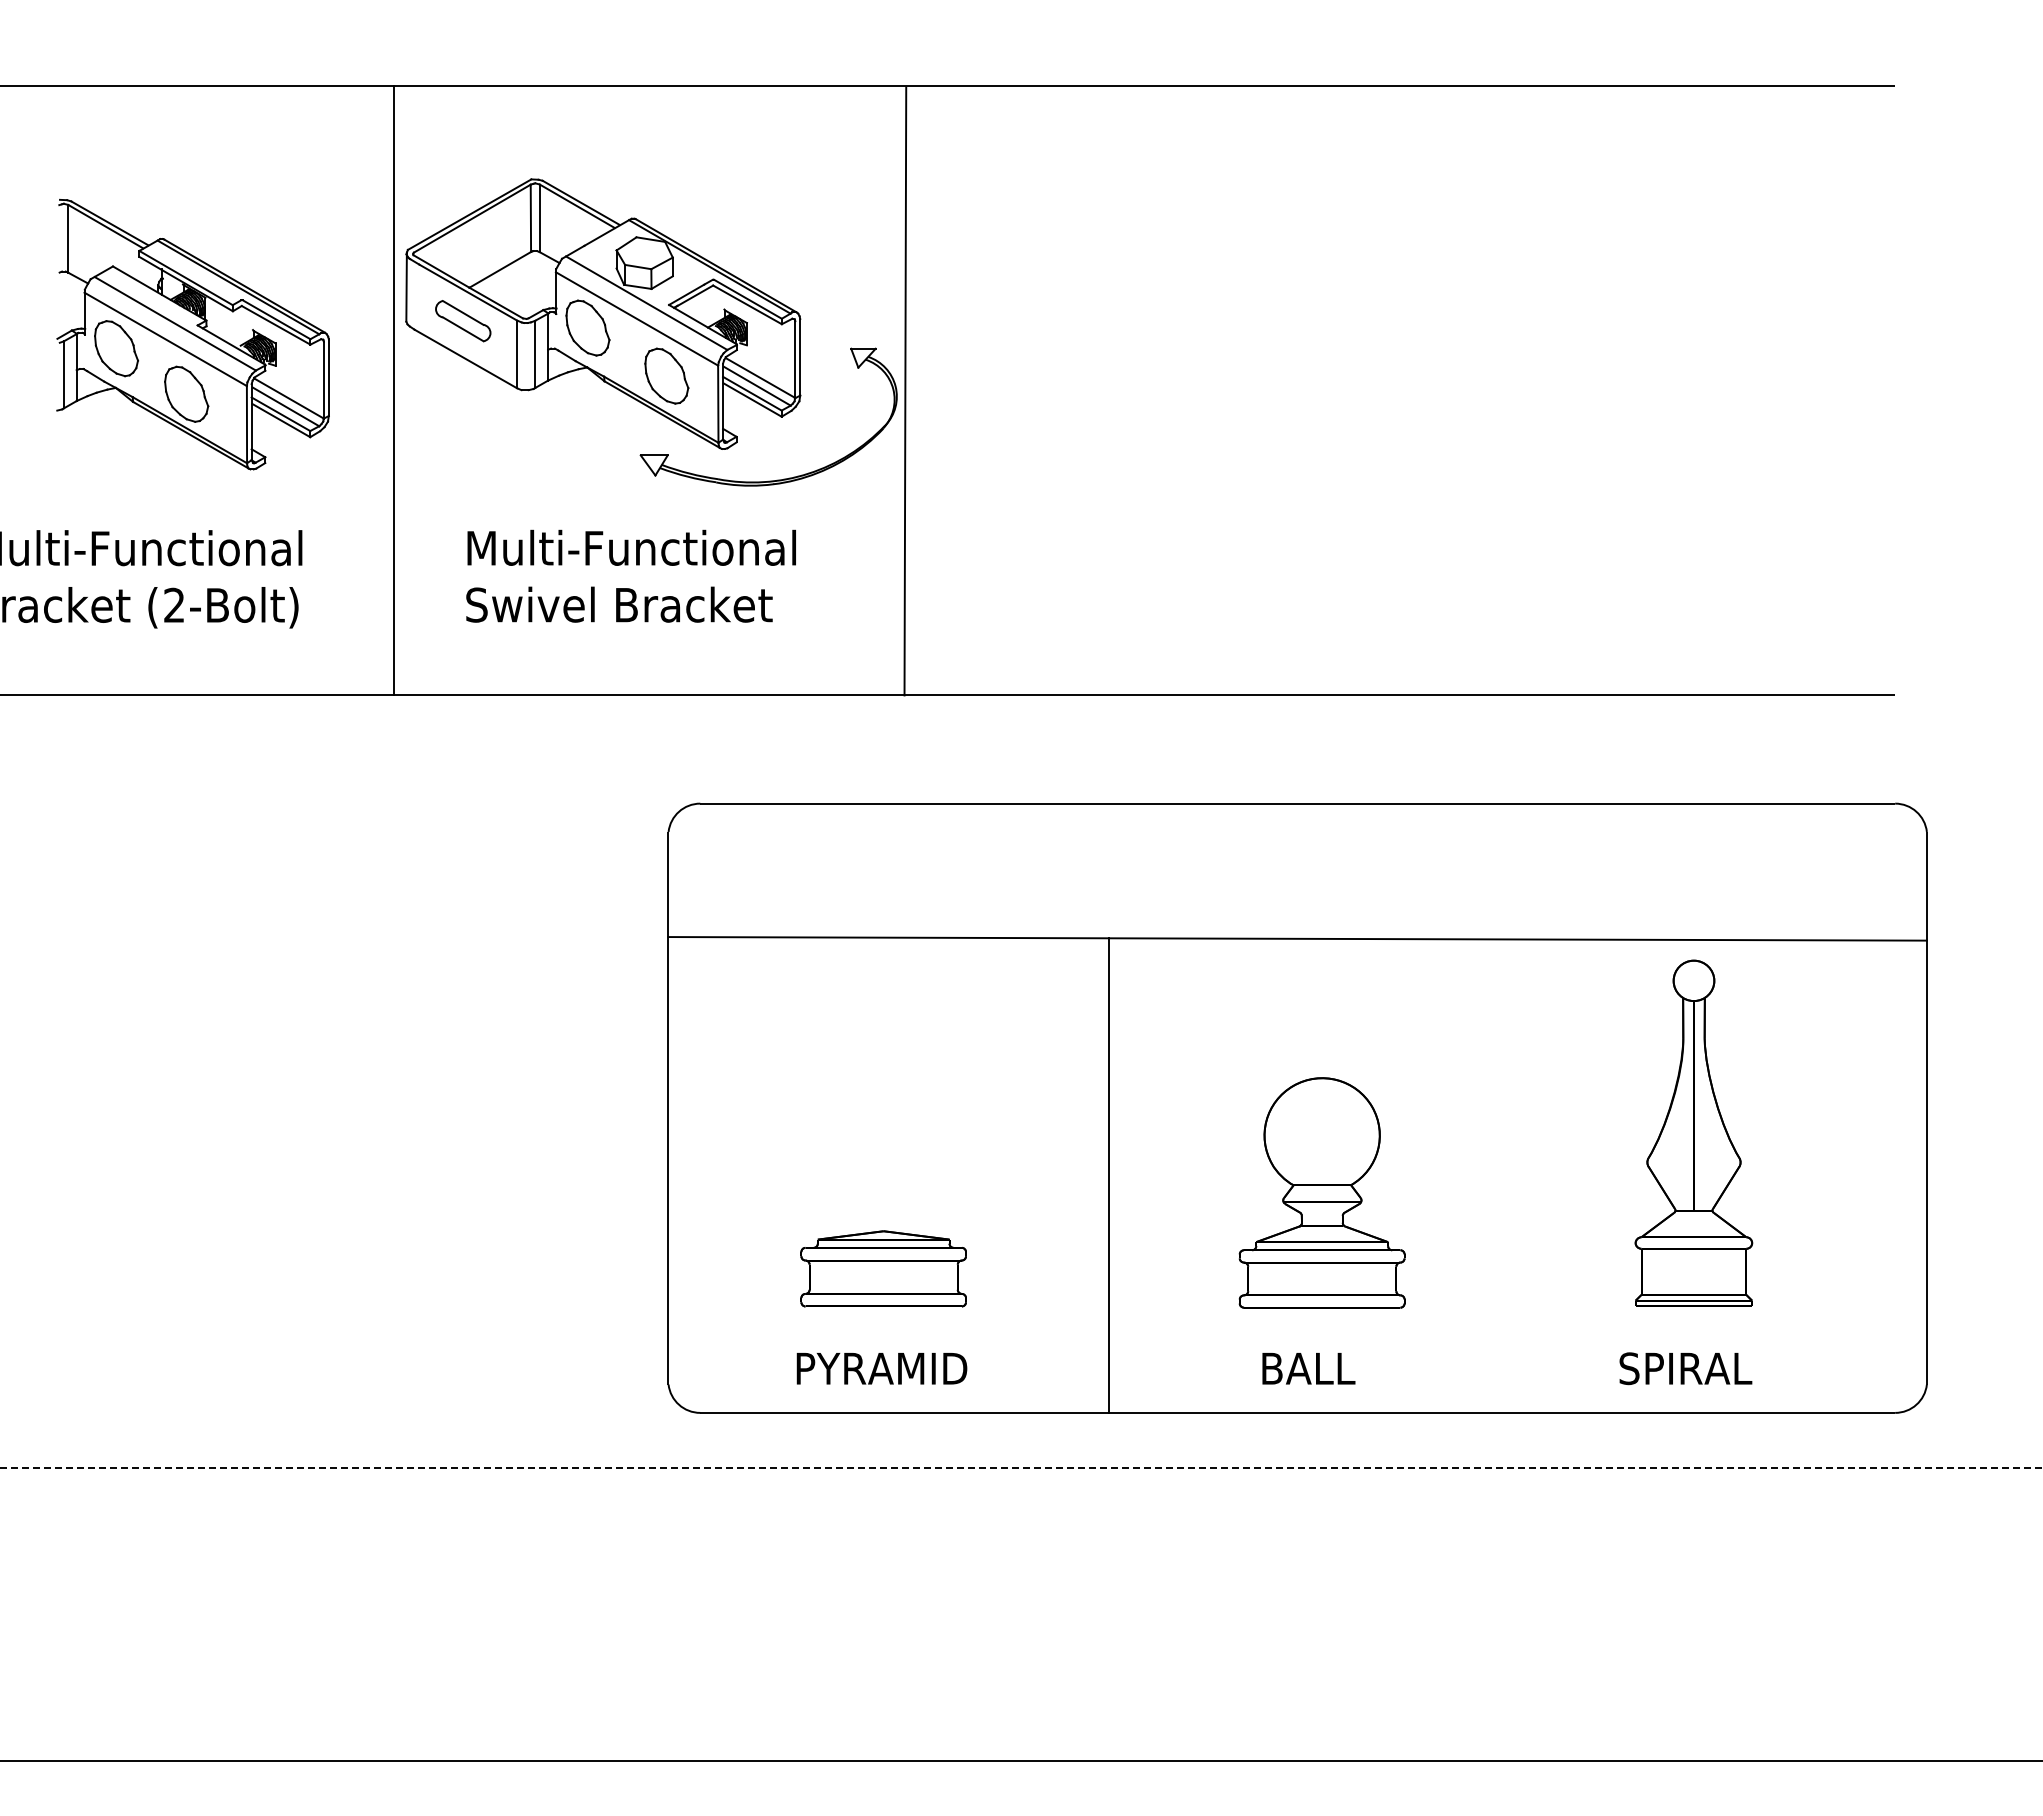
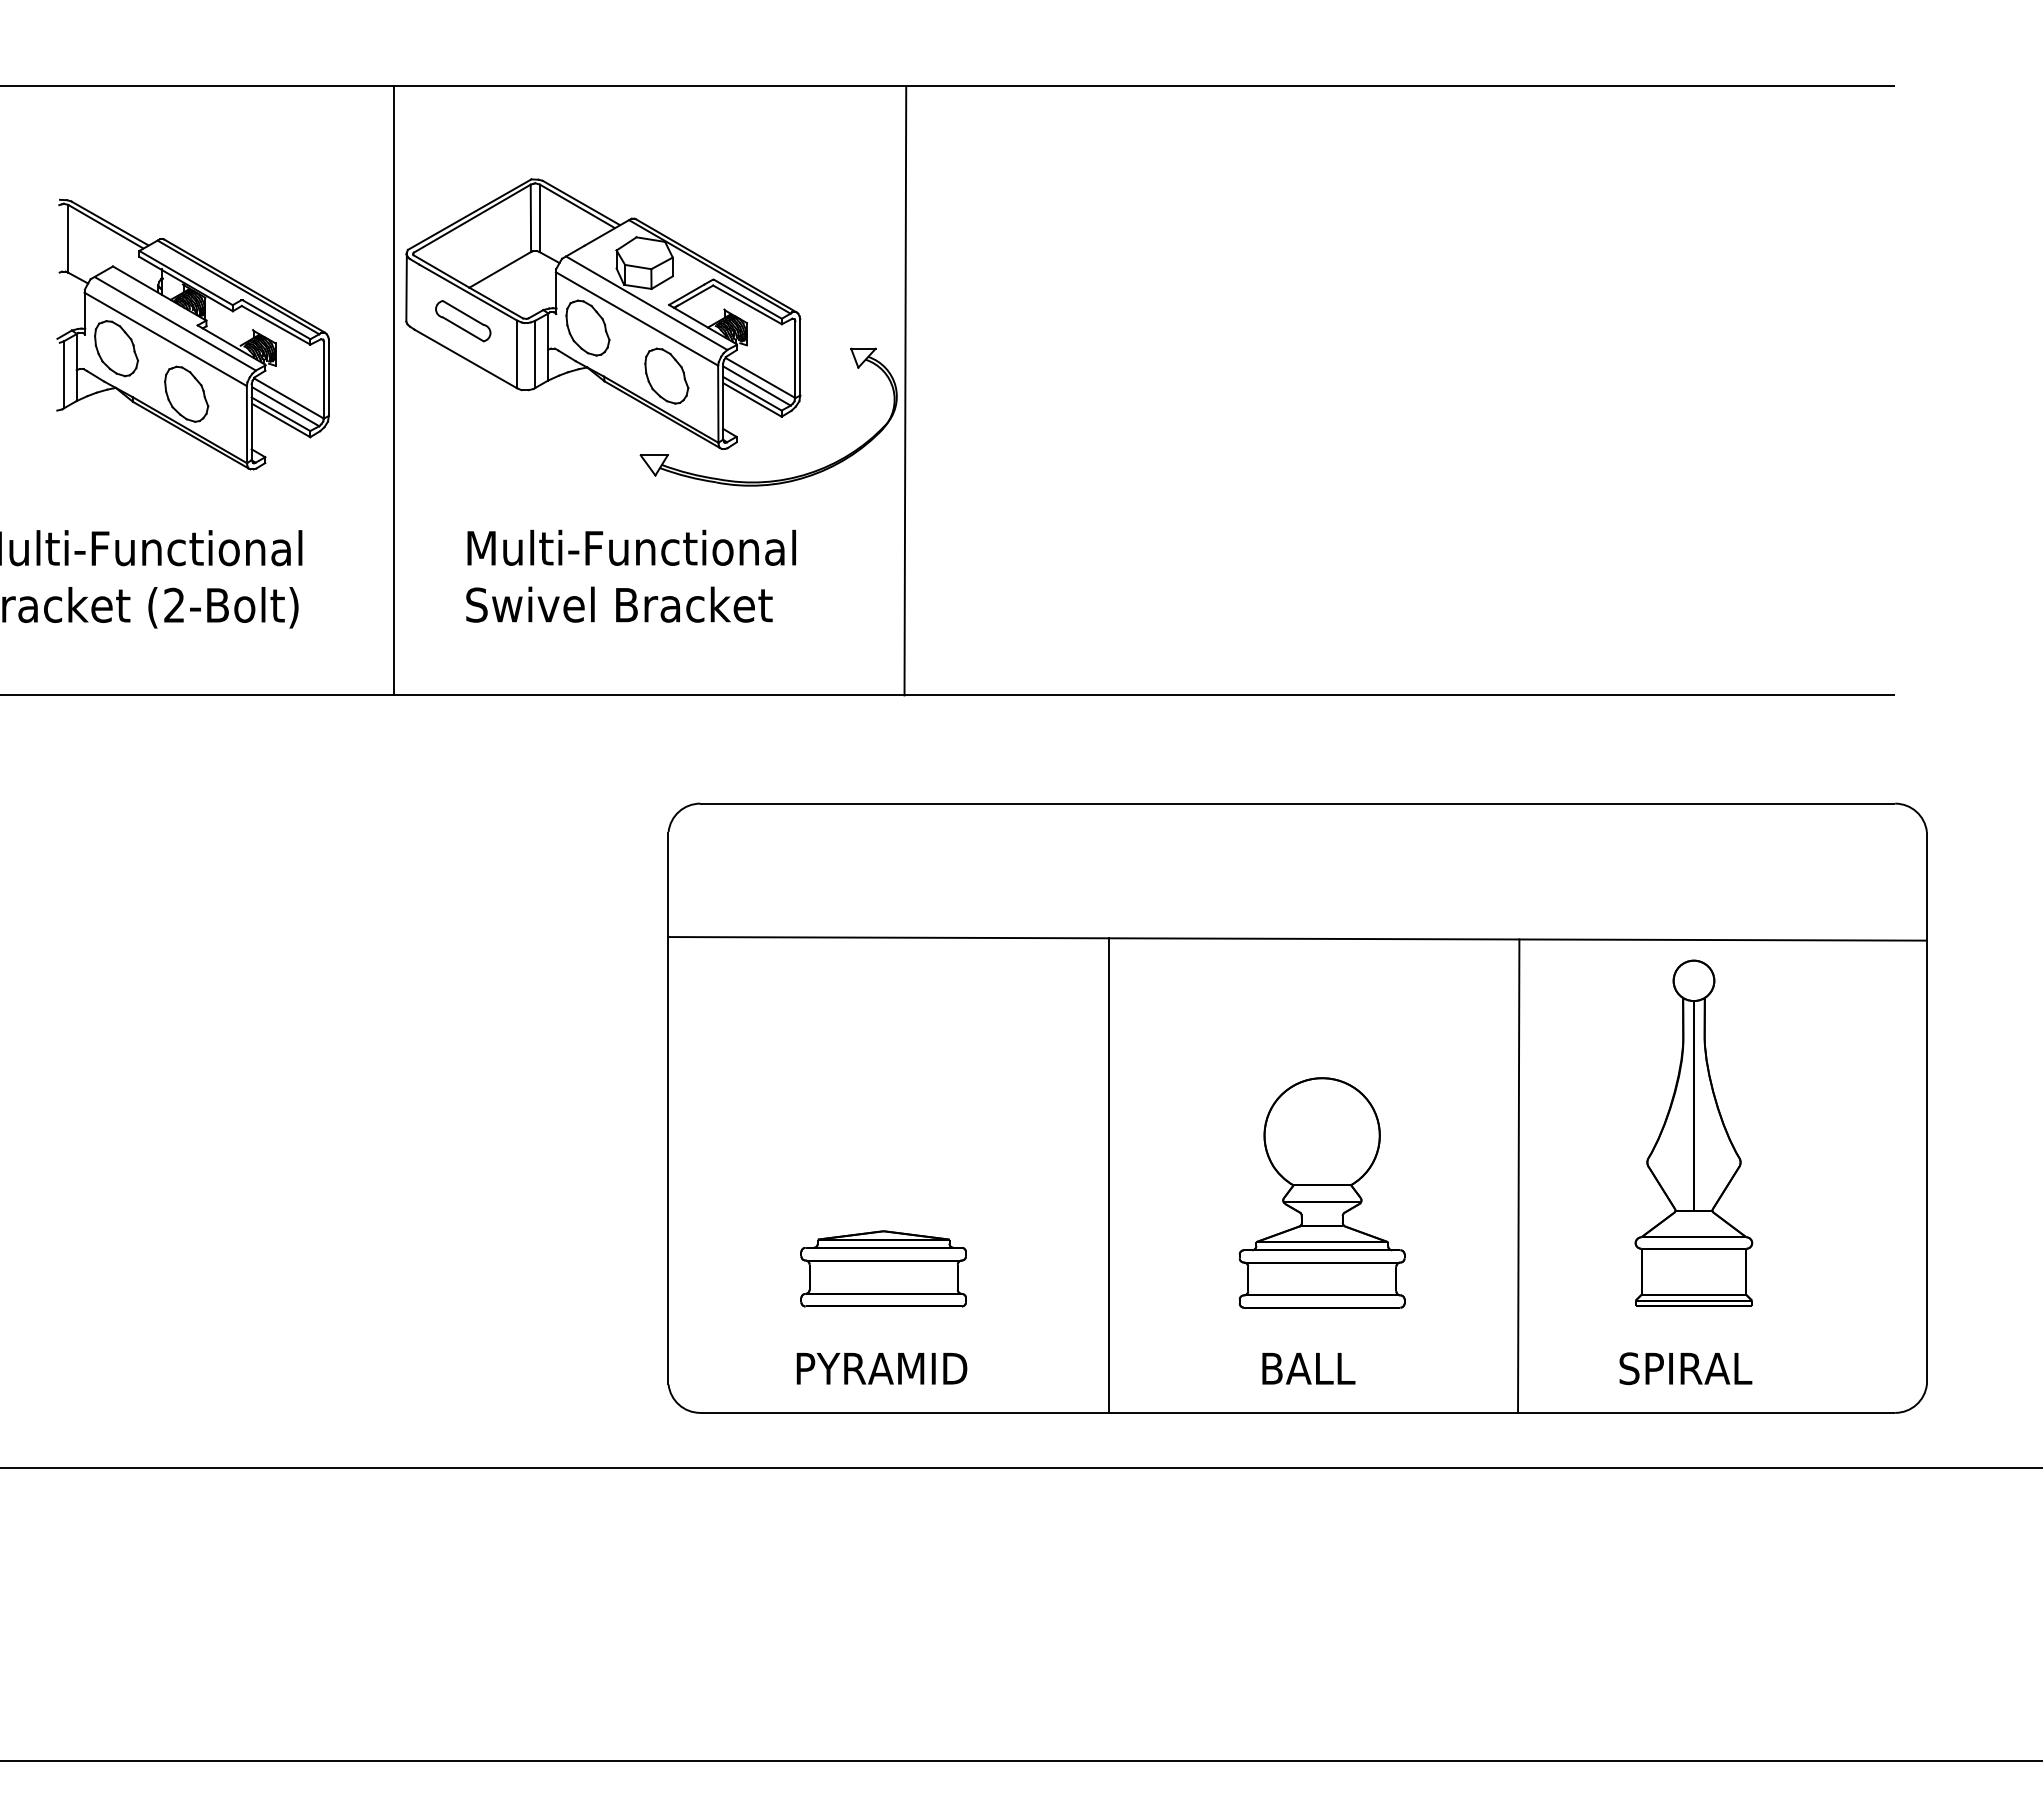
line at (1518, 1175): none -> present
line at (1020, 1468): dashed -> solid
